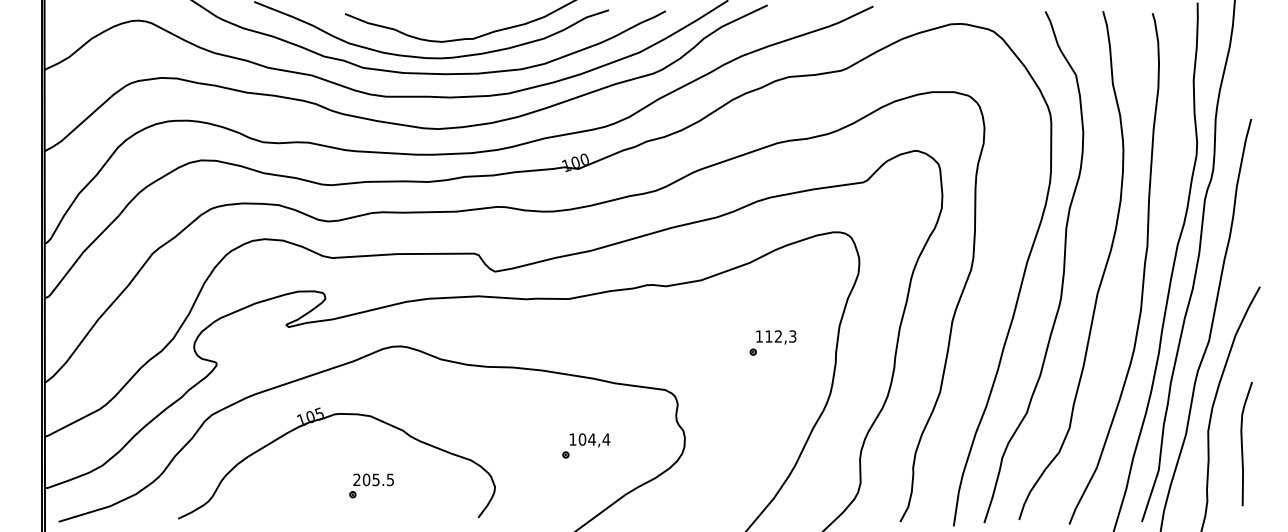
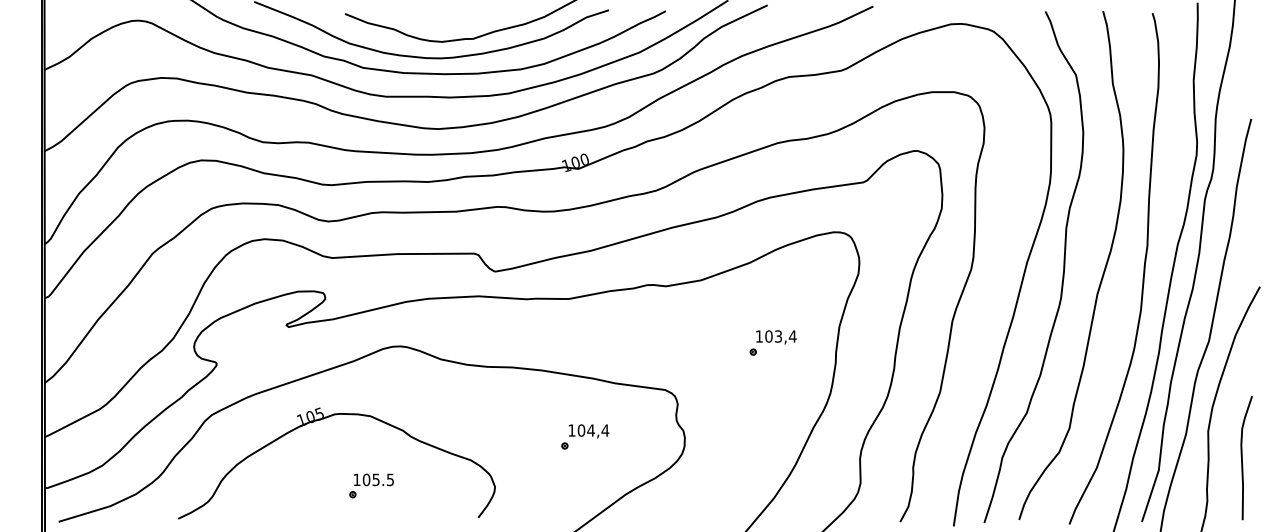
text at (780, 336): 112,3 -> 103,4
curve at (1242, 444) position: (1242, 444) -> (1242, 458)
part at (586, 445) position: (586, 445) -> (585, 436)
text at (356, 479): 205.5 -> 105.5
